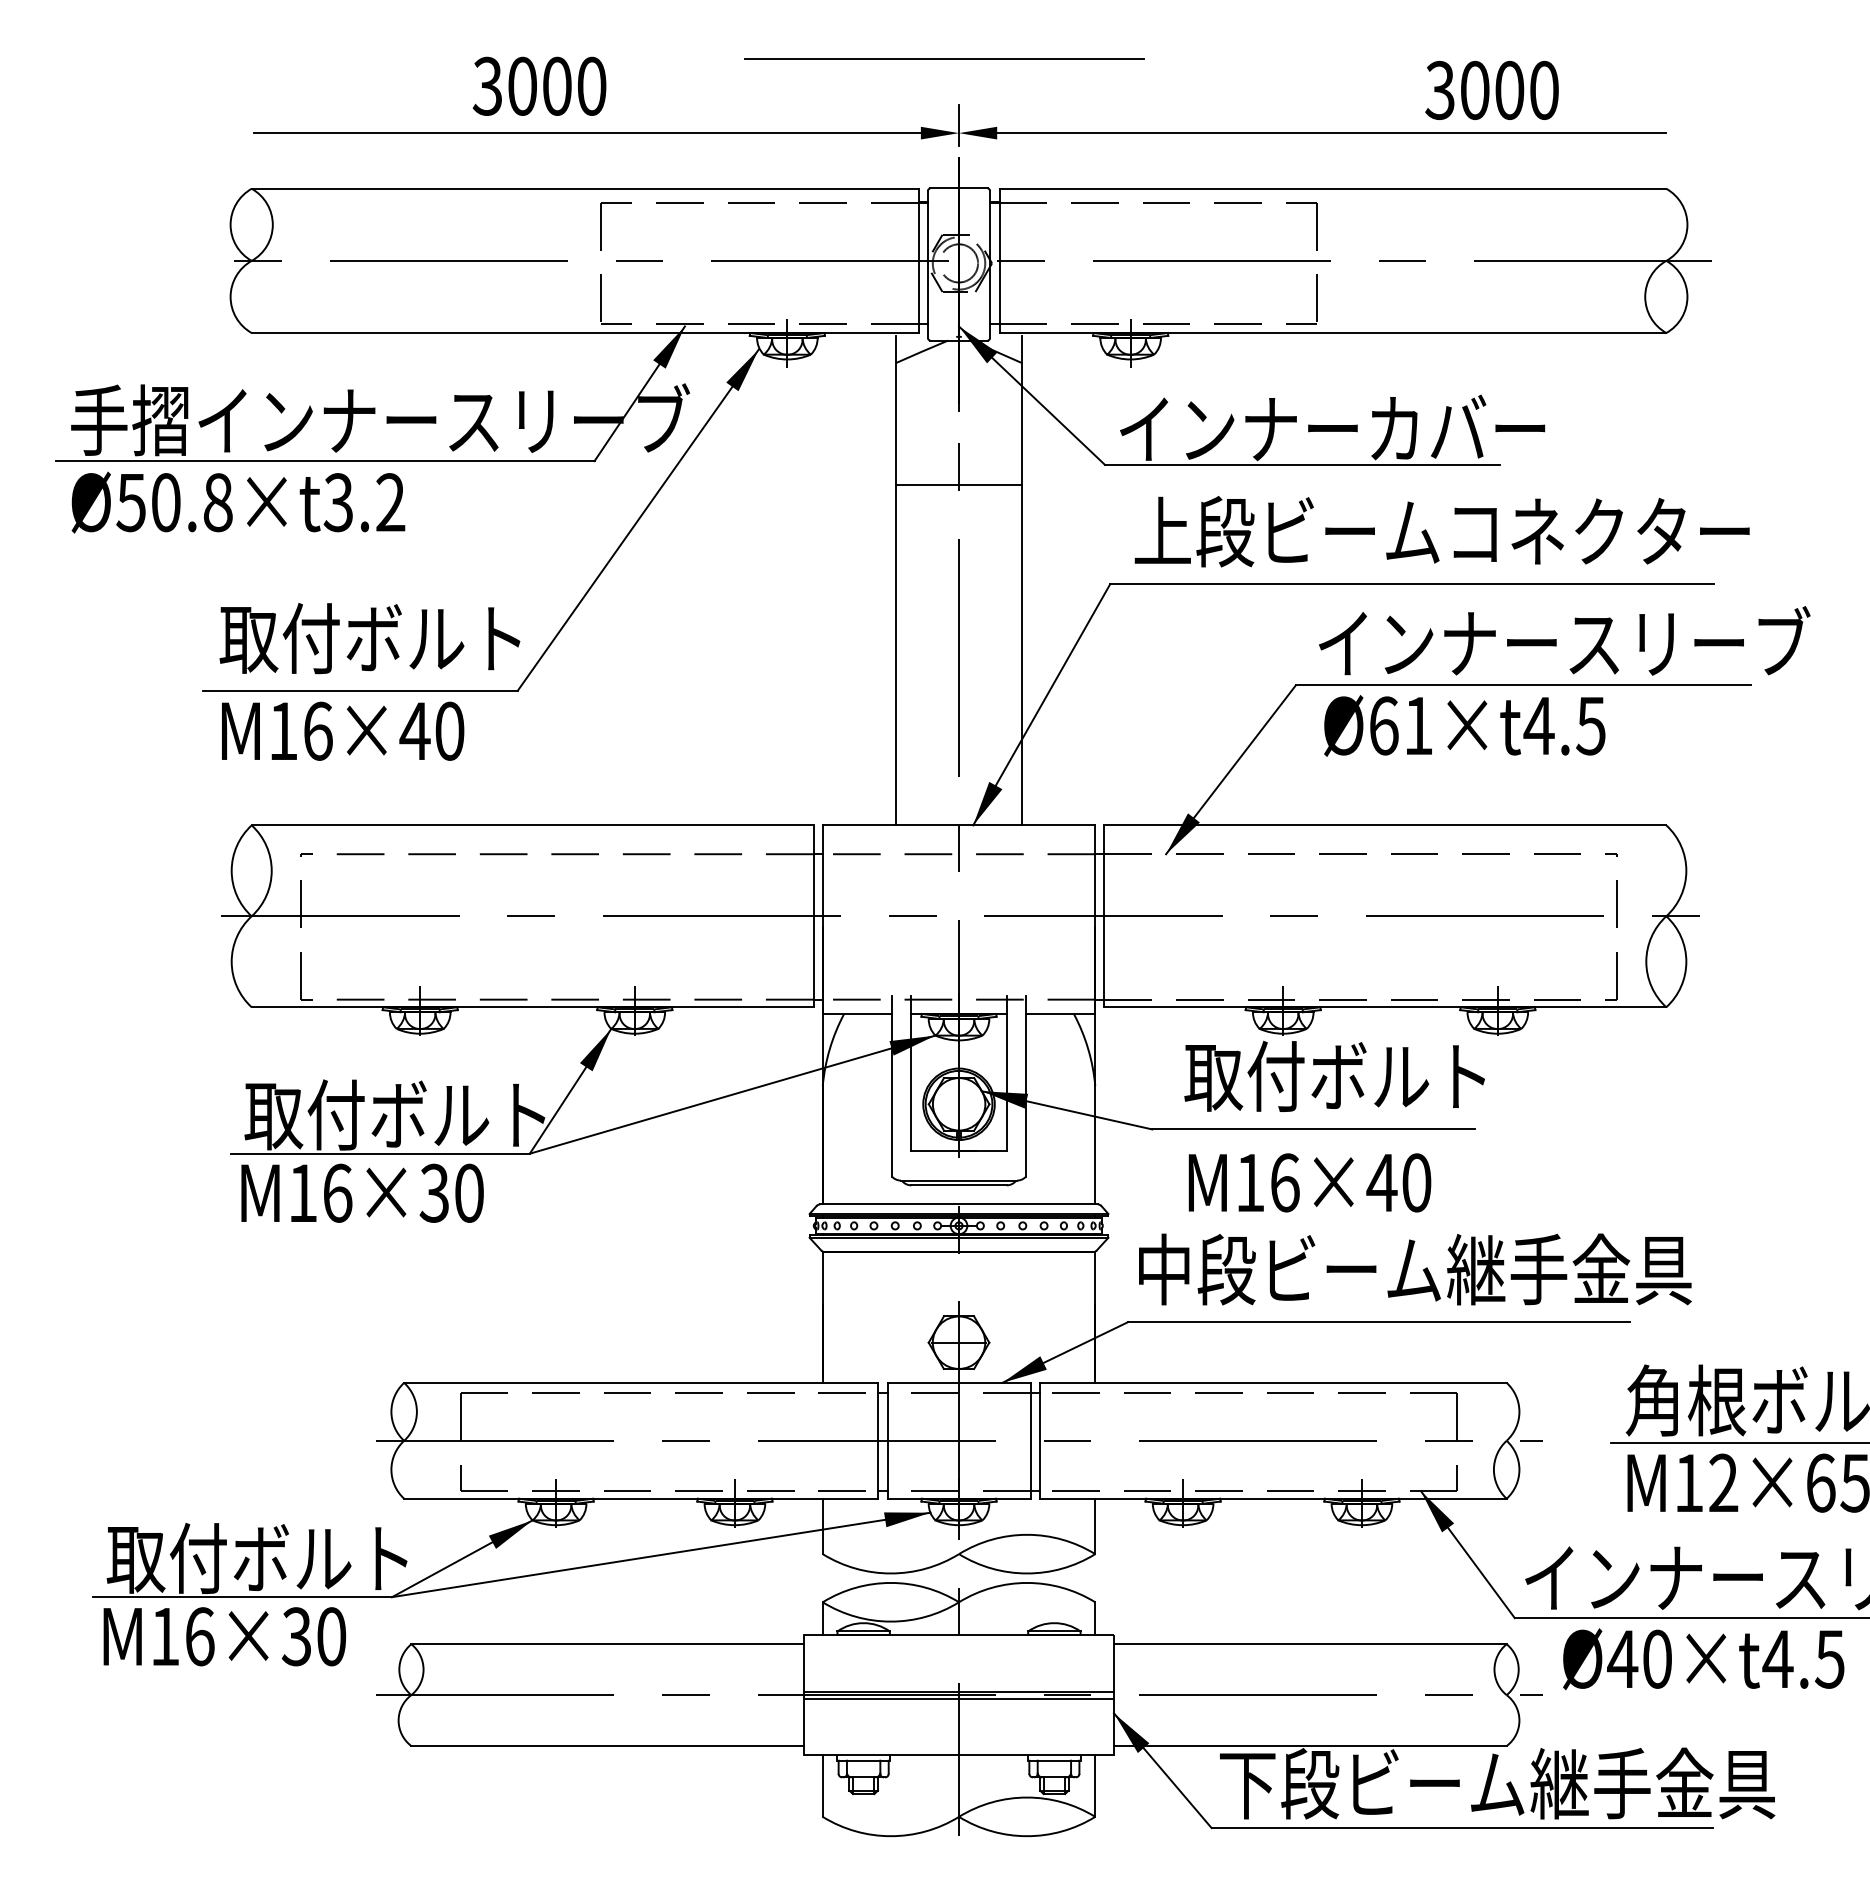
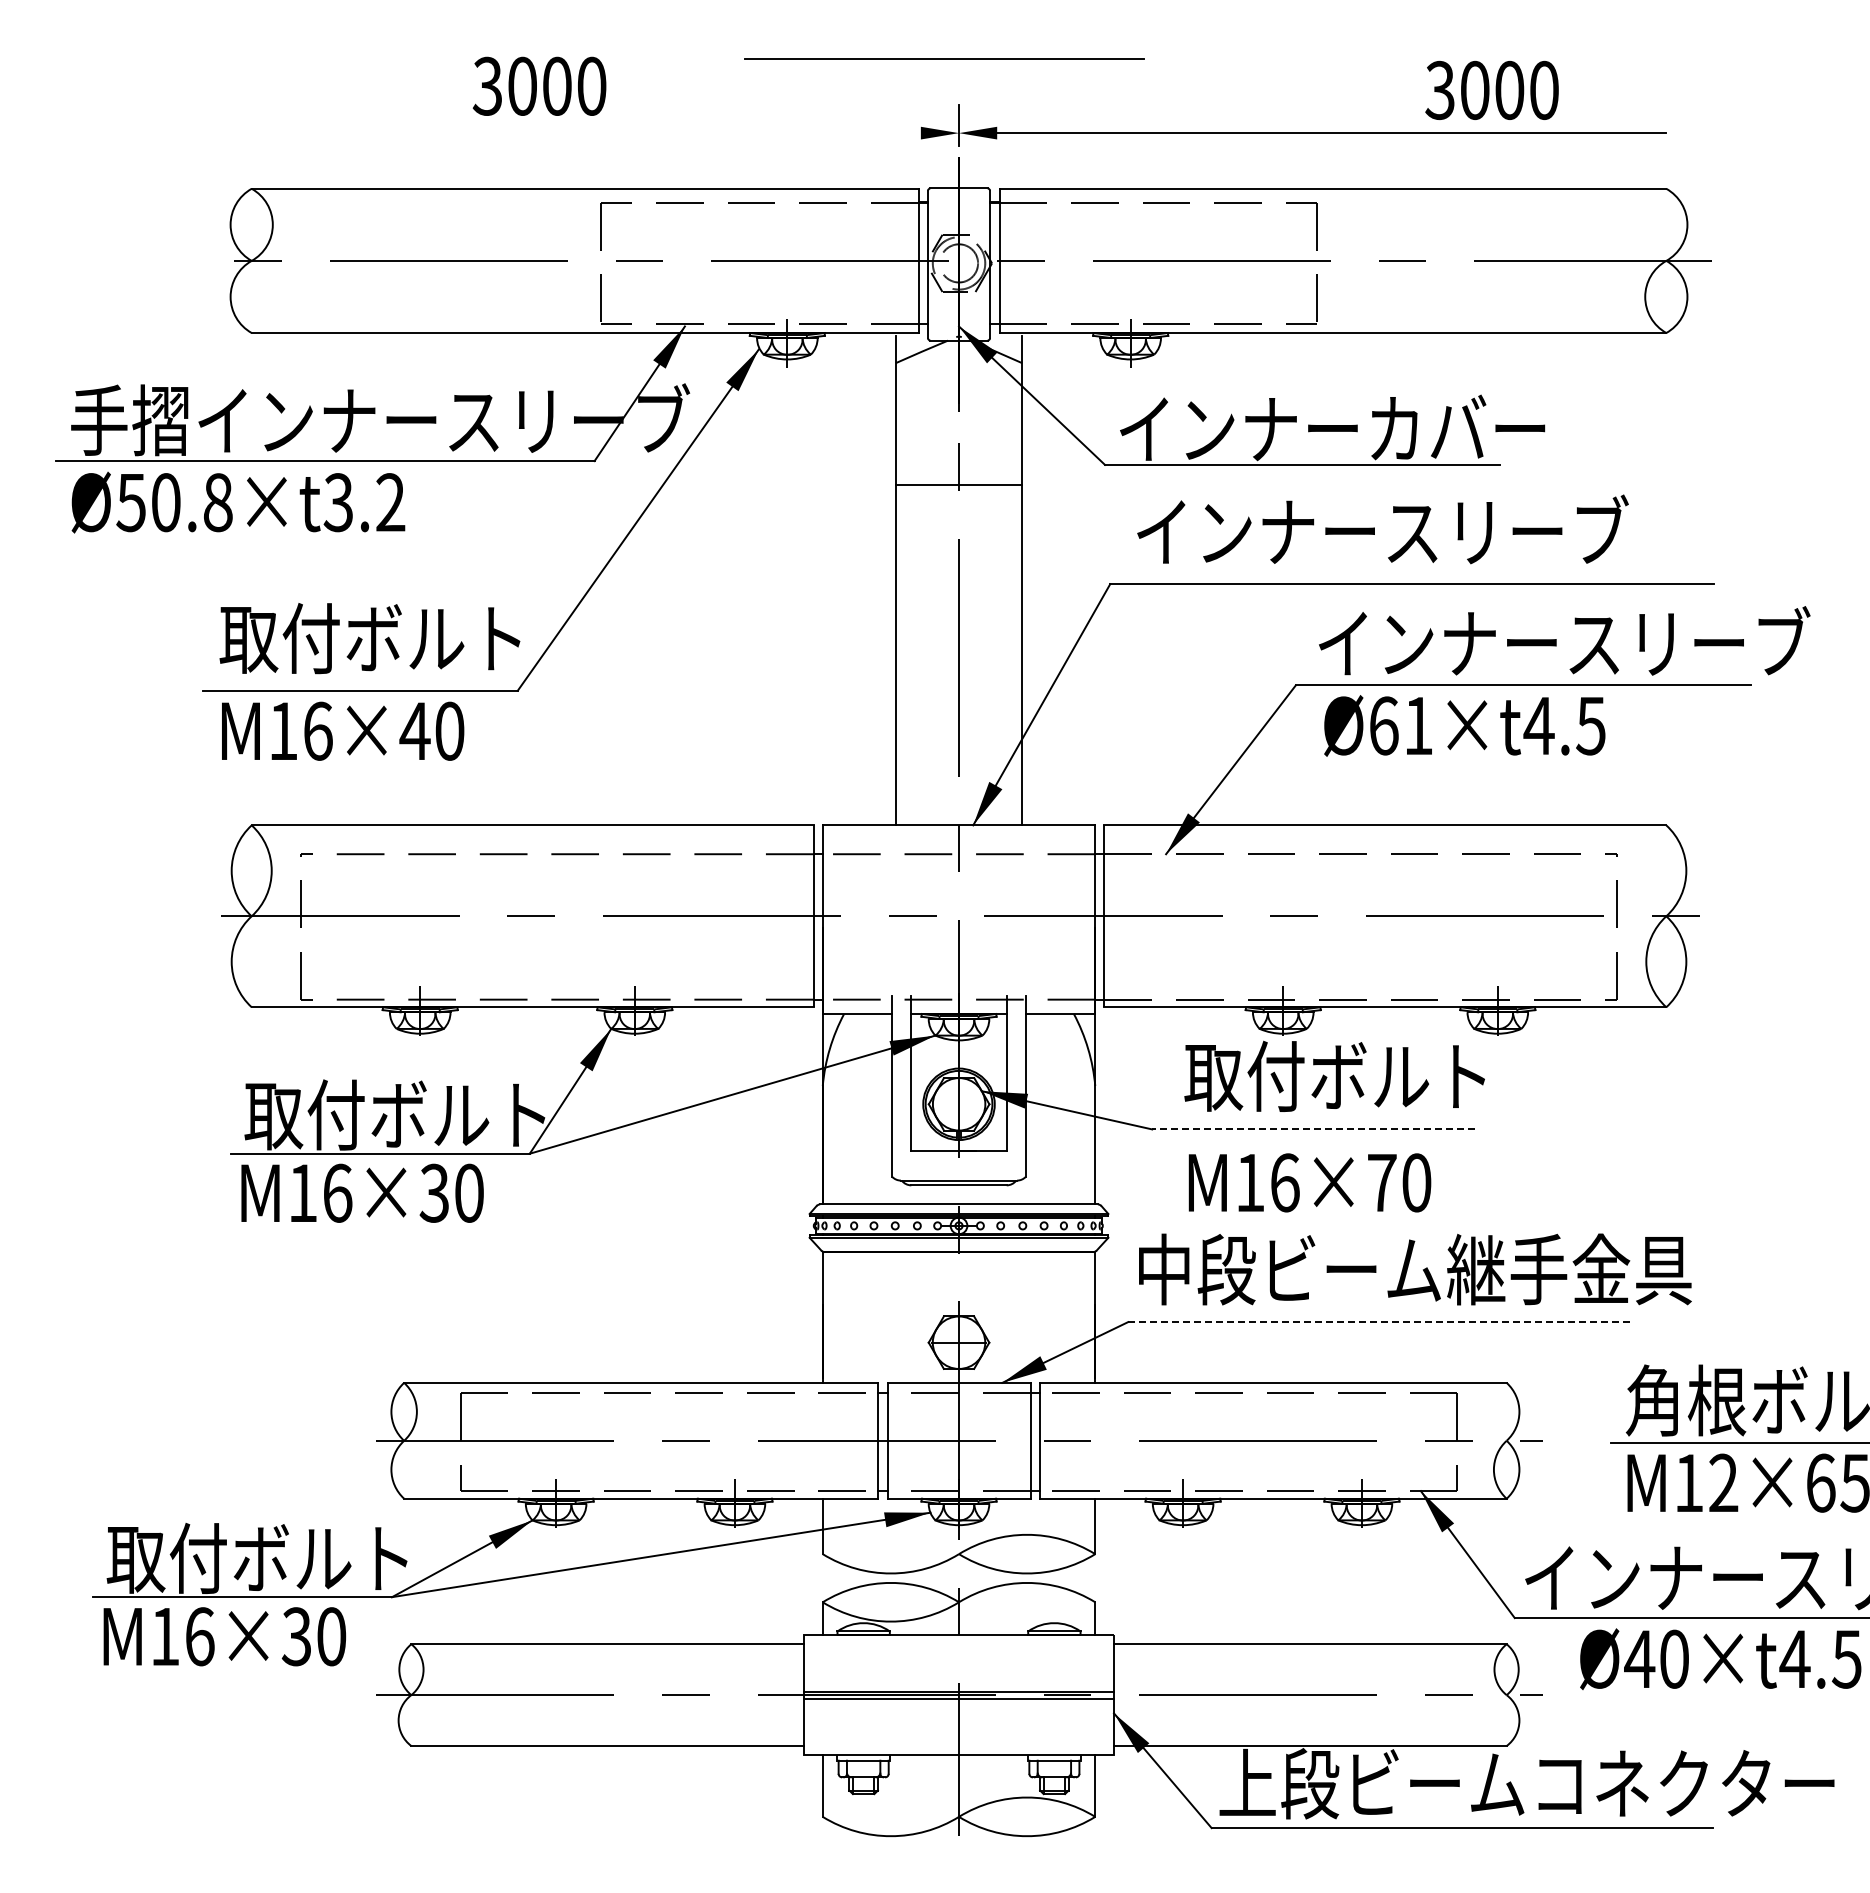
line at (592, 133): present -> none
text at (1441, 530): 上段ビームコネクター -> インナースリーブ
line at (1313, 1129): solid -> dashed
text at (1381, 1182): M16×40 -> M16×70
line at (1378, 1322): solid -> dashed
text at (1703, 1658) position: (1703, 1658) -> (1720, 1658)
text at (1526, 1783): 下段ビーム継手金具 -> 上段ビームコネクター
